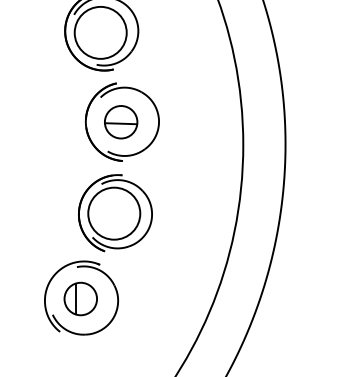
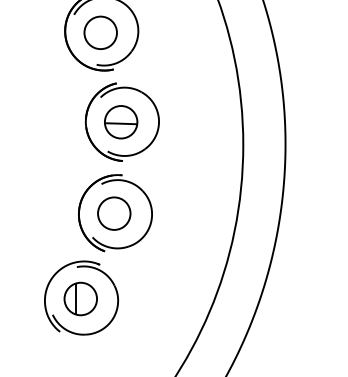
circle at (100, 32) diameter: 52 px -> 33 px
circle at (114, 213) diameter: 52 px -> 33 px
